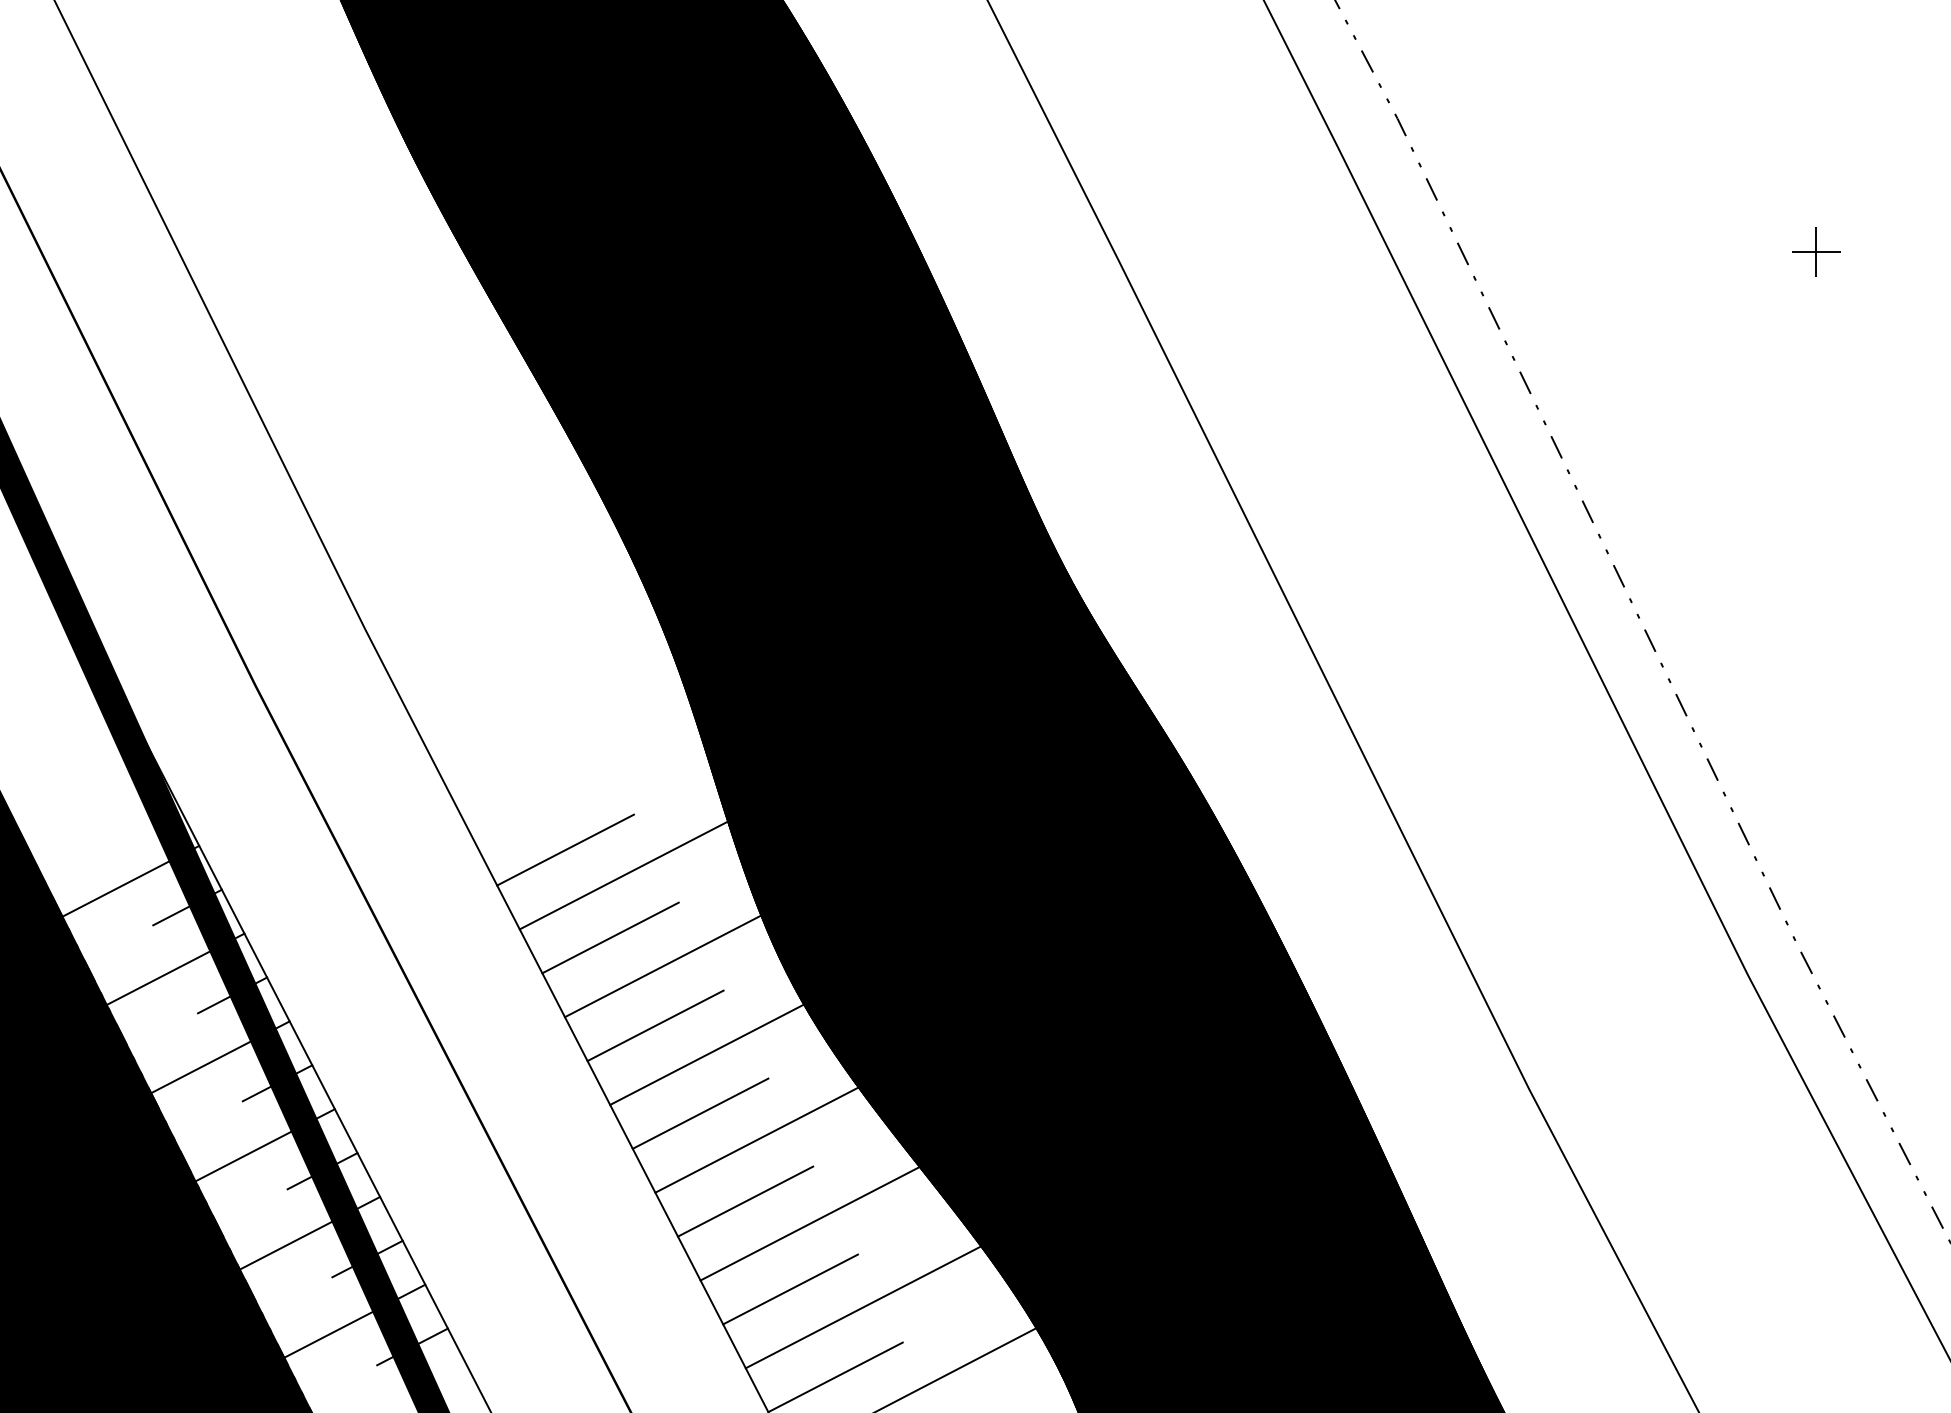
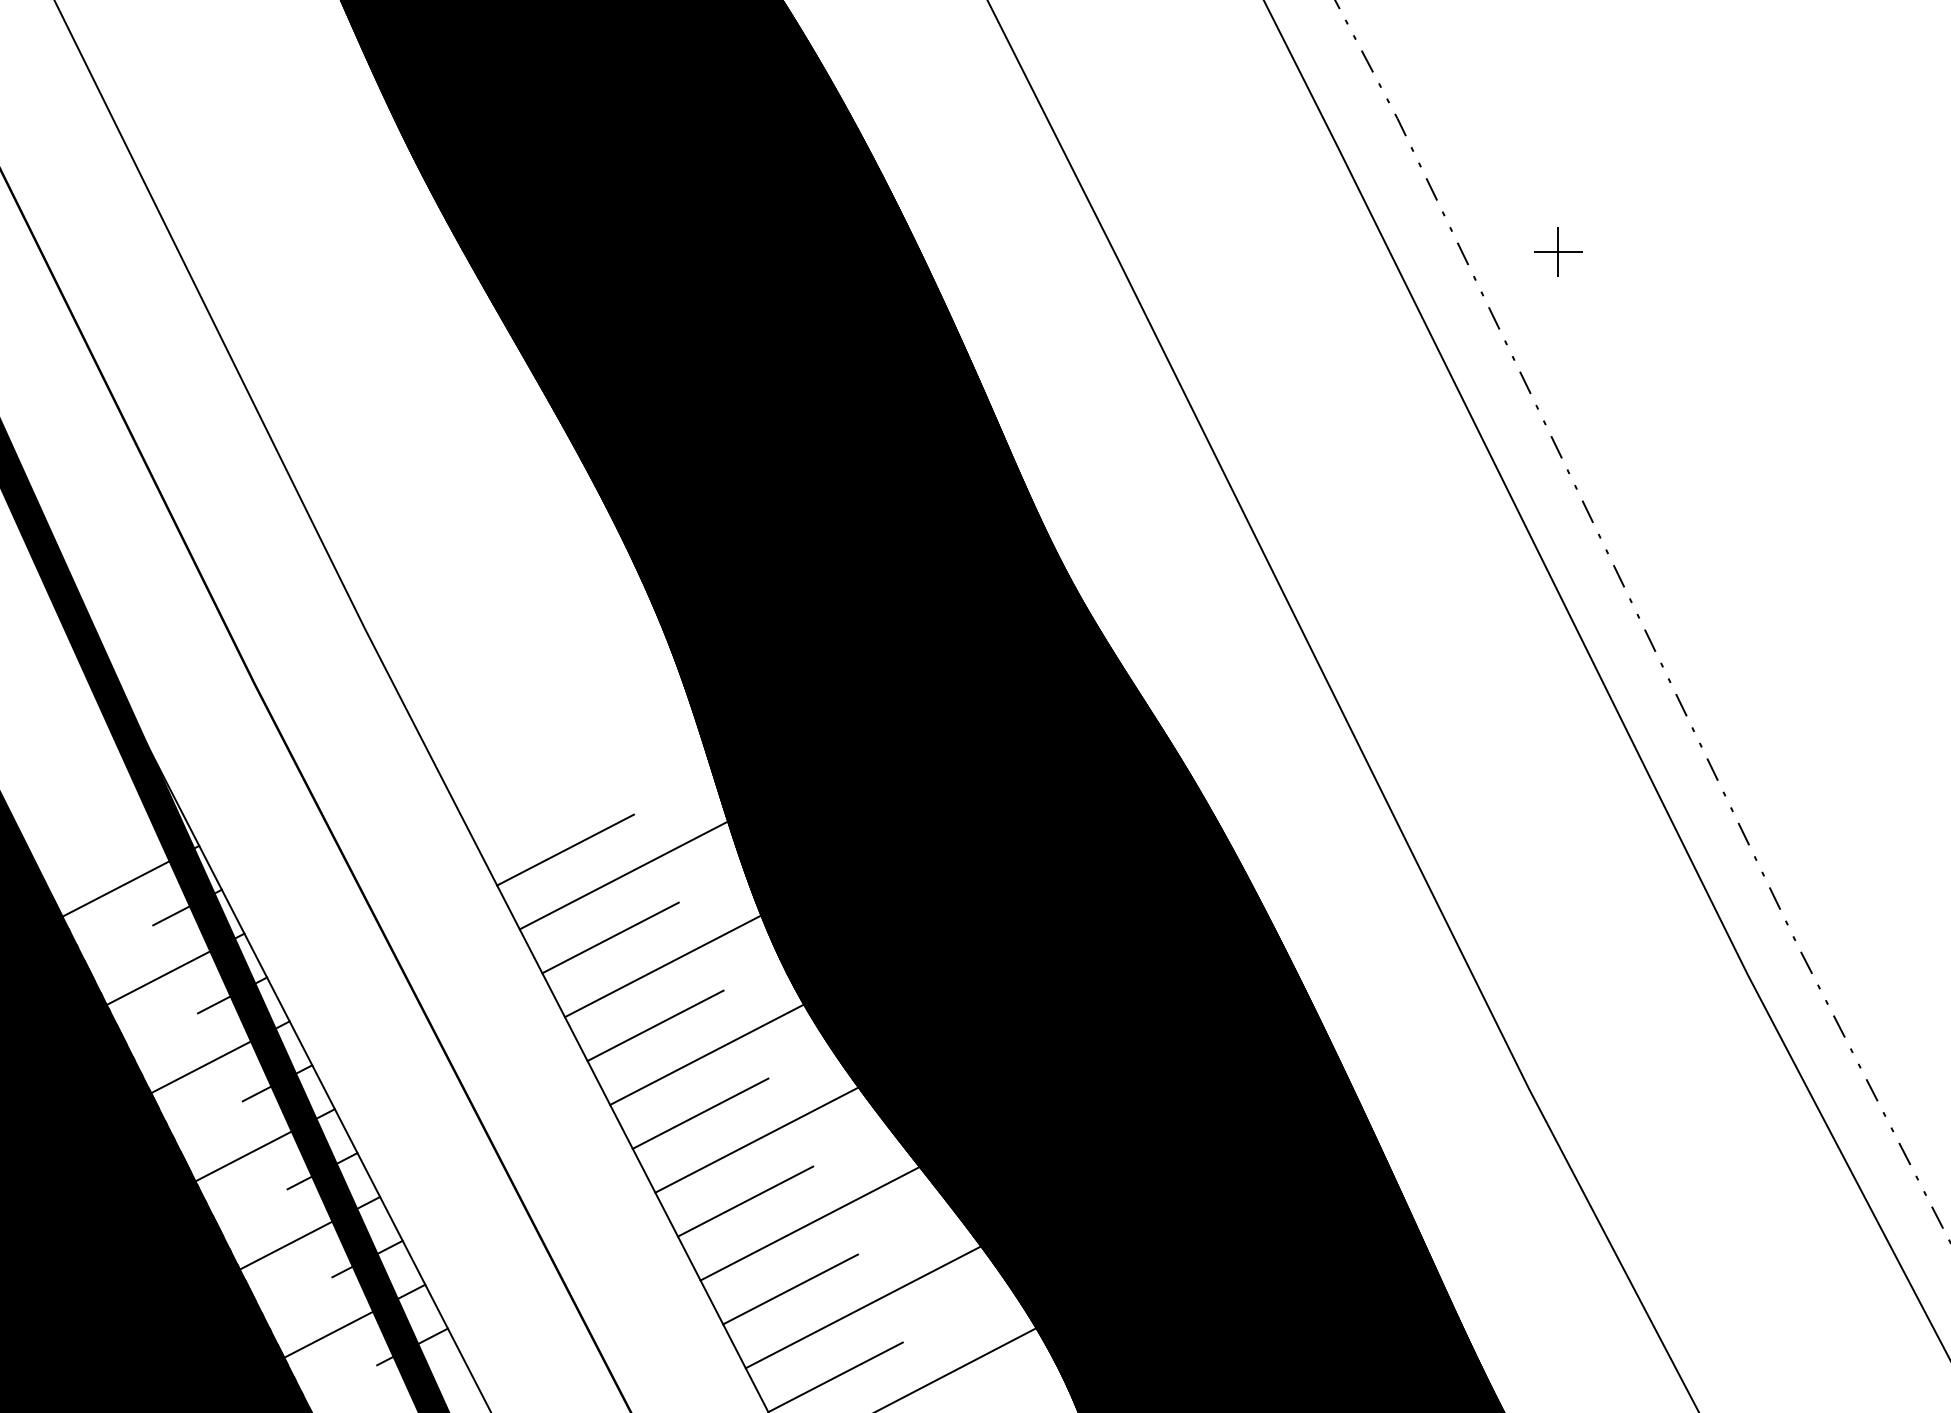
part at (1816, 251) position: (1816, 251) -> (1558, 251)
